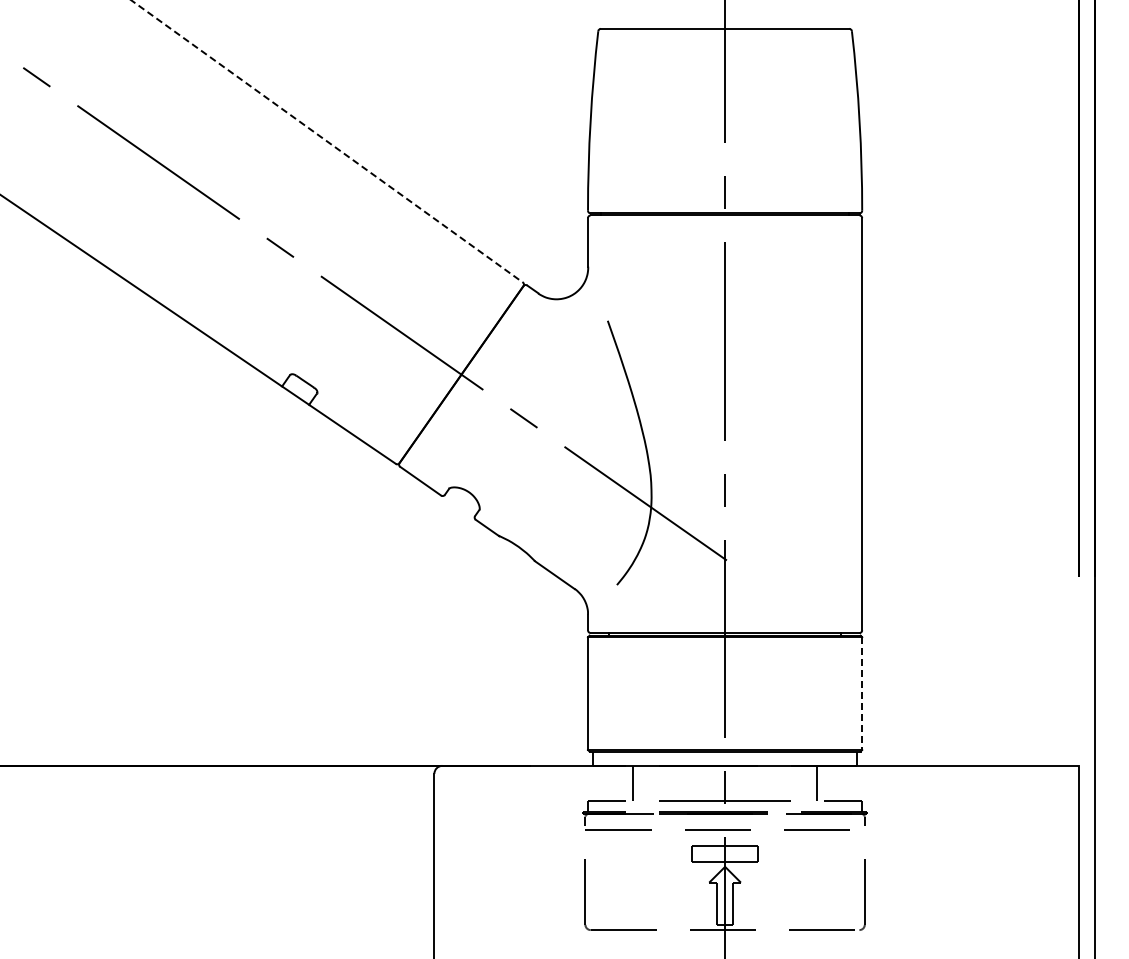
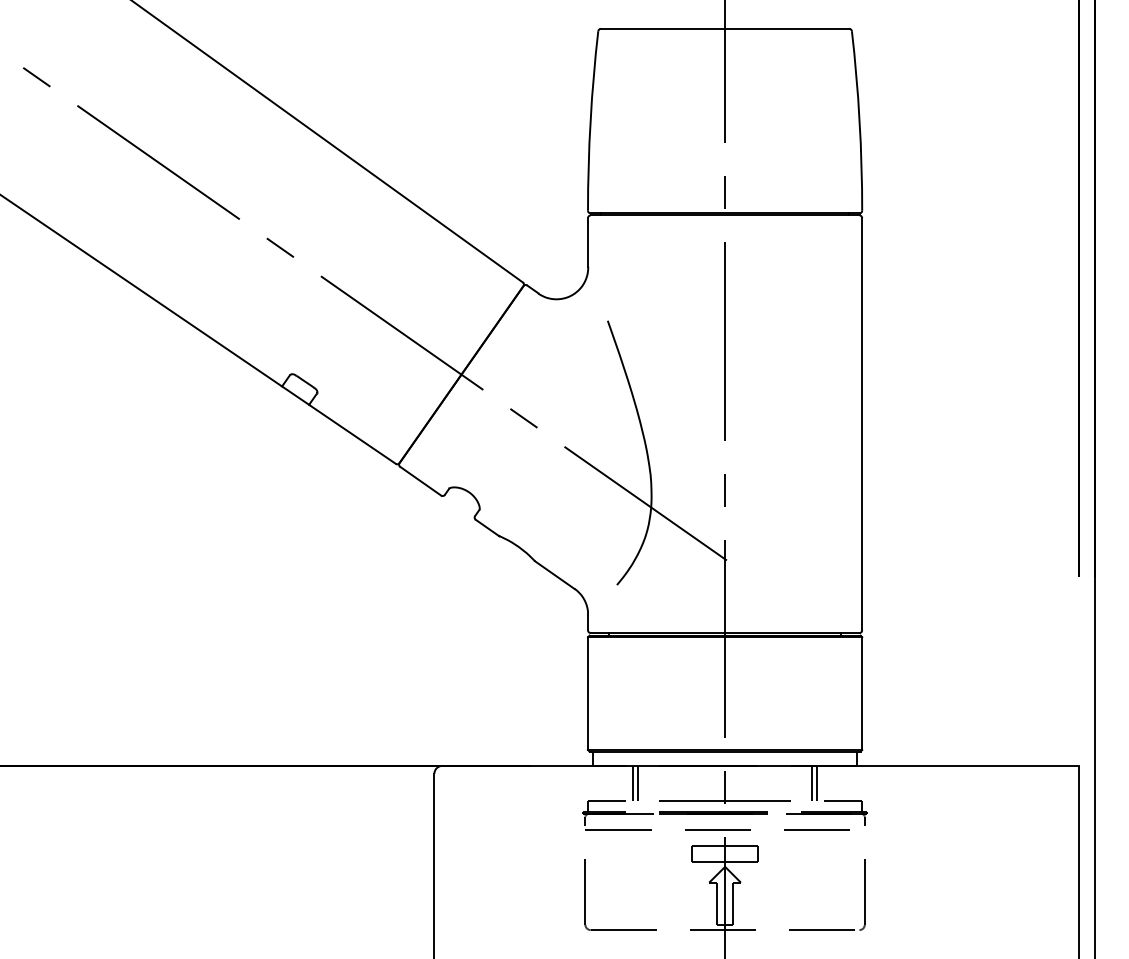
line at (327, 141): dashed -> solid
line at (862, 694): dashed -> solid
line at (638, 782): none -> present
line at (812, 782): none -> present
